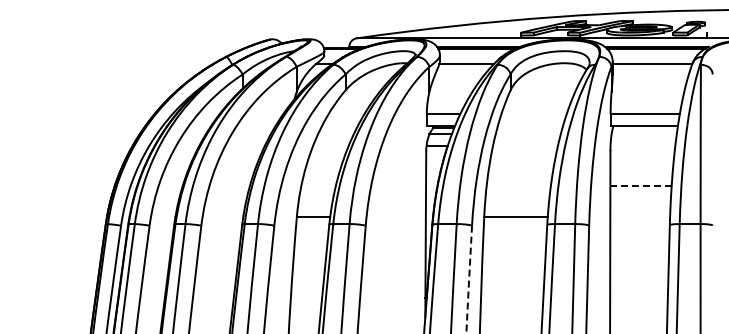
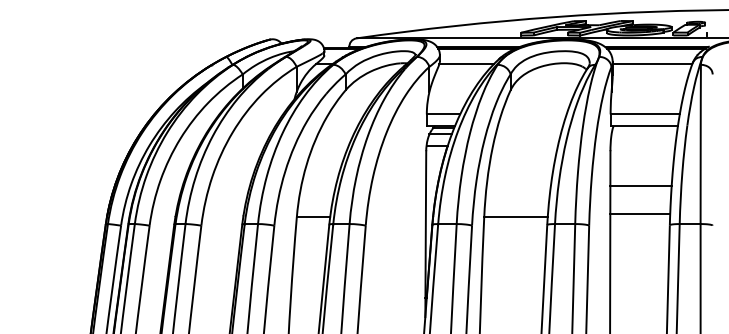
line at (641, 186): dashed -> solid
line at (640, 214): none -> present
arc at (469, 279): dashed -> solid
